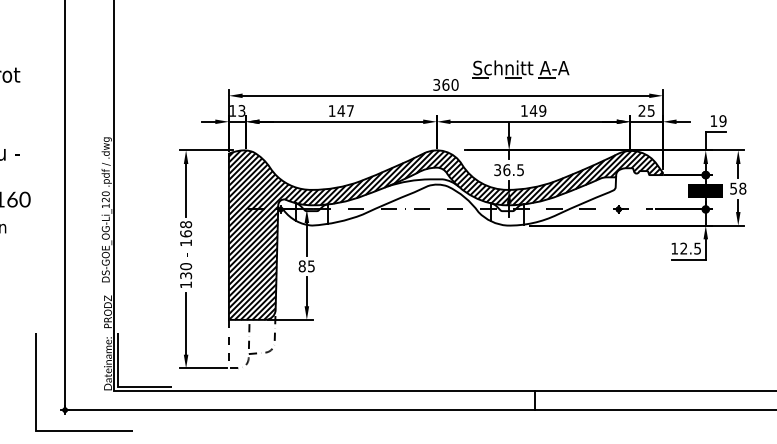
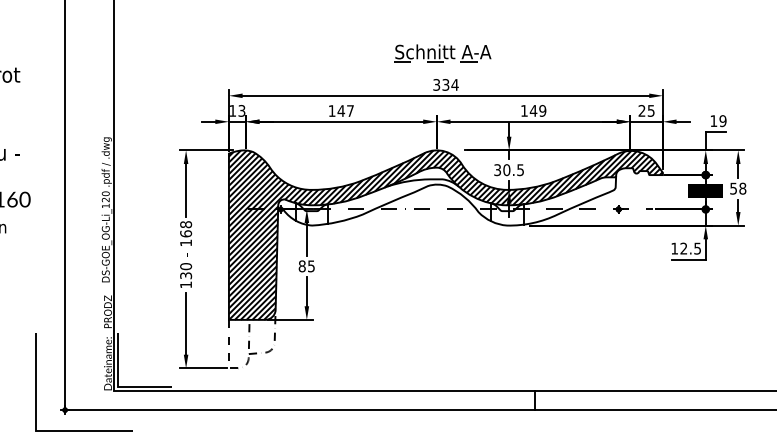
part at (520, 69) position: (520, 69) -> (442, 53)
text at (450, 84): 360 -> 334
text at (506, 169): 36.5 -> 30.5
